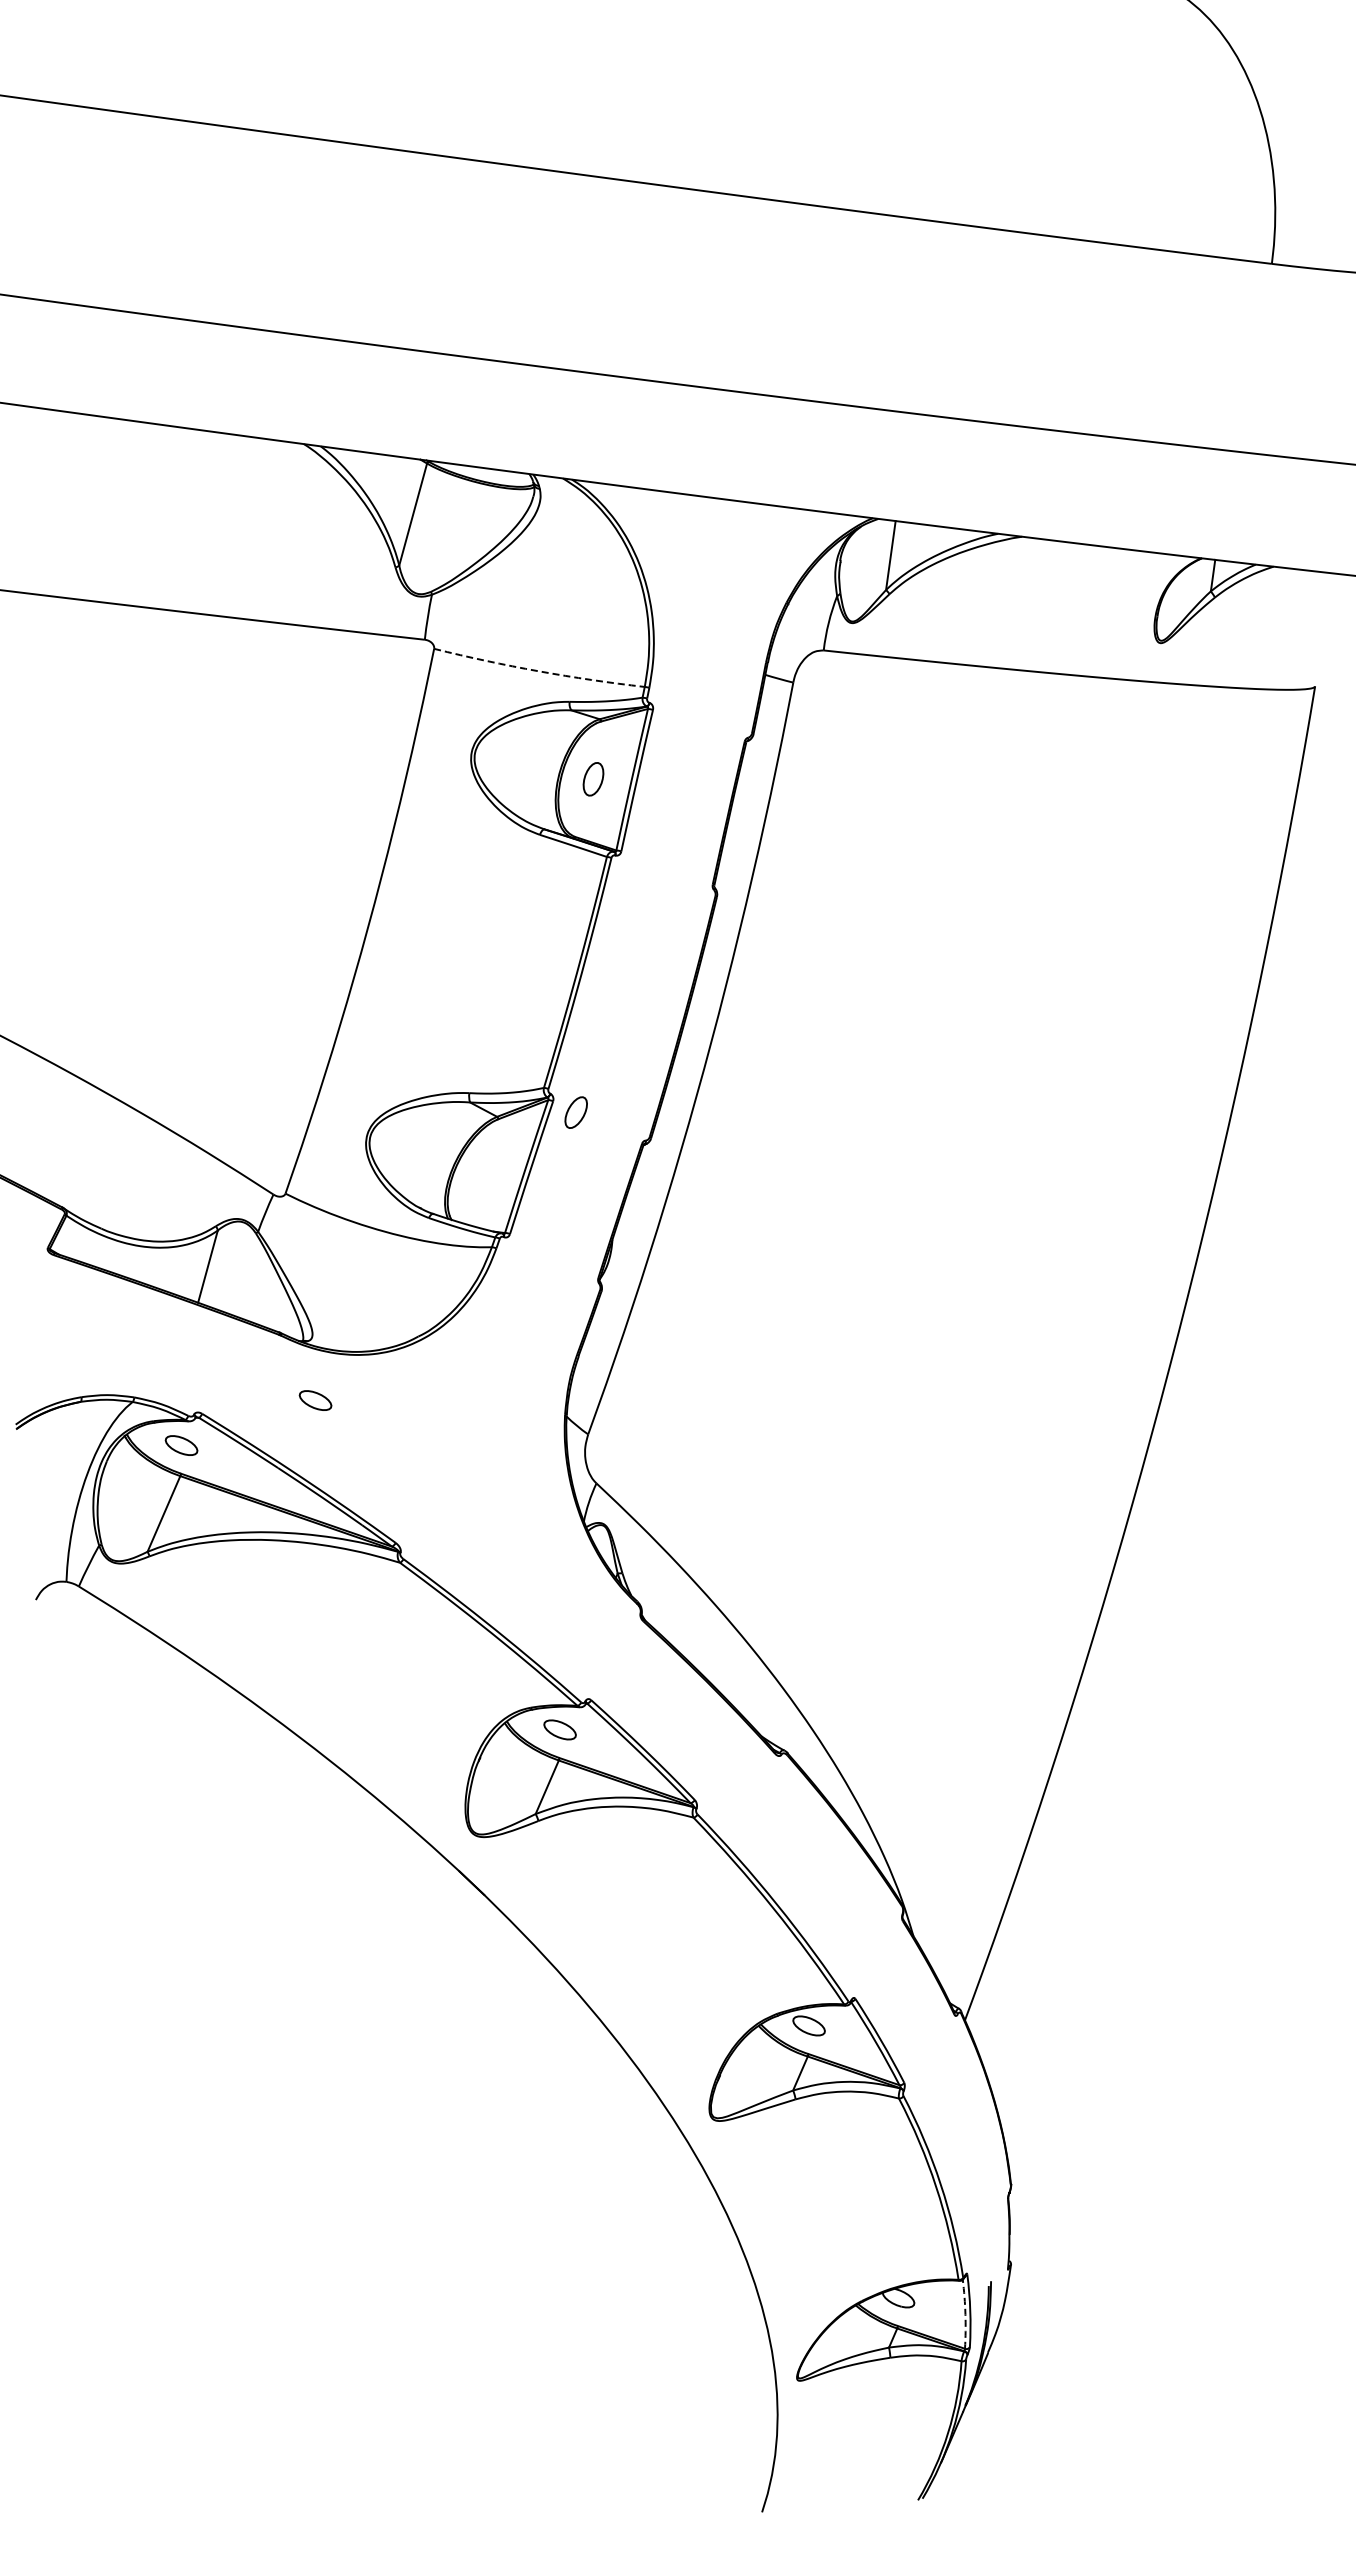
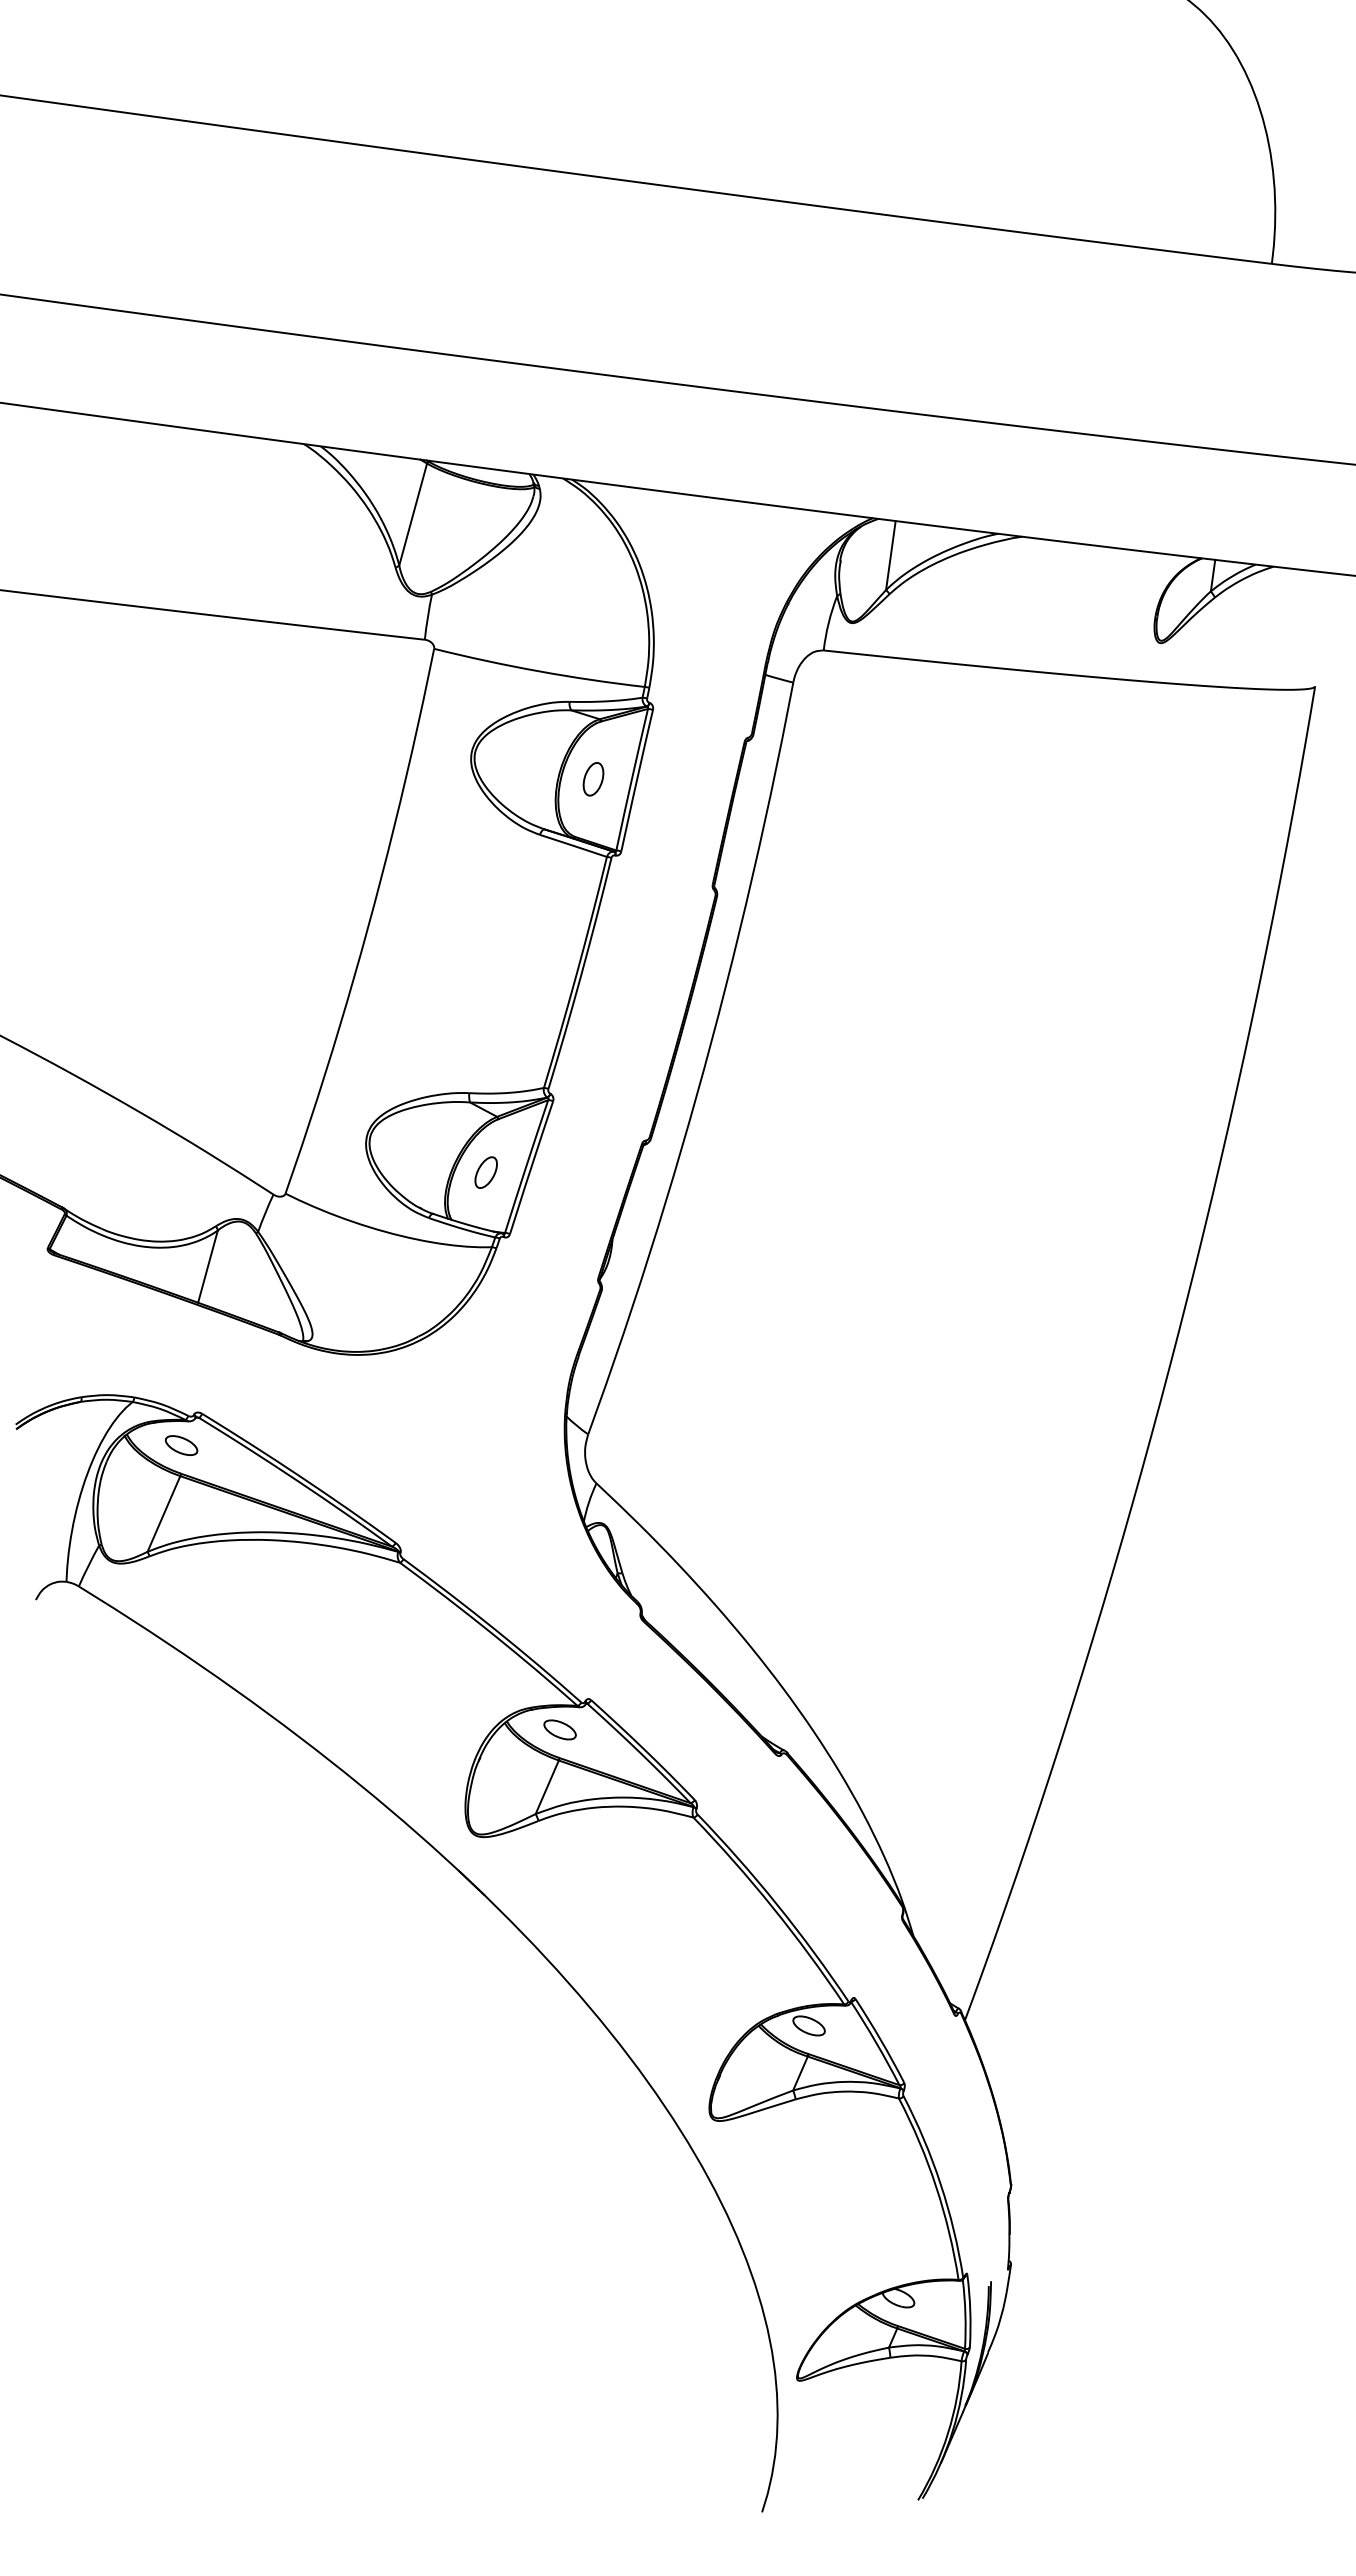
arc at (538, 671): dashed -> solid
part at (575, 1112) position: (575, 1112) -> (485, 1172)
part at (315, 1400): present -> none
arc at (965, 2314): dashed -> solid
